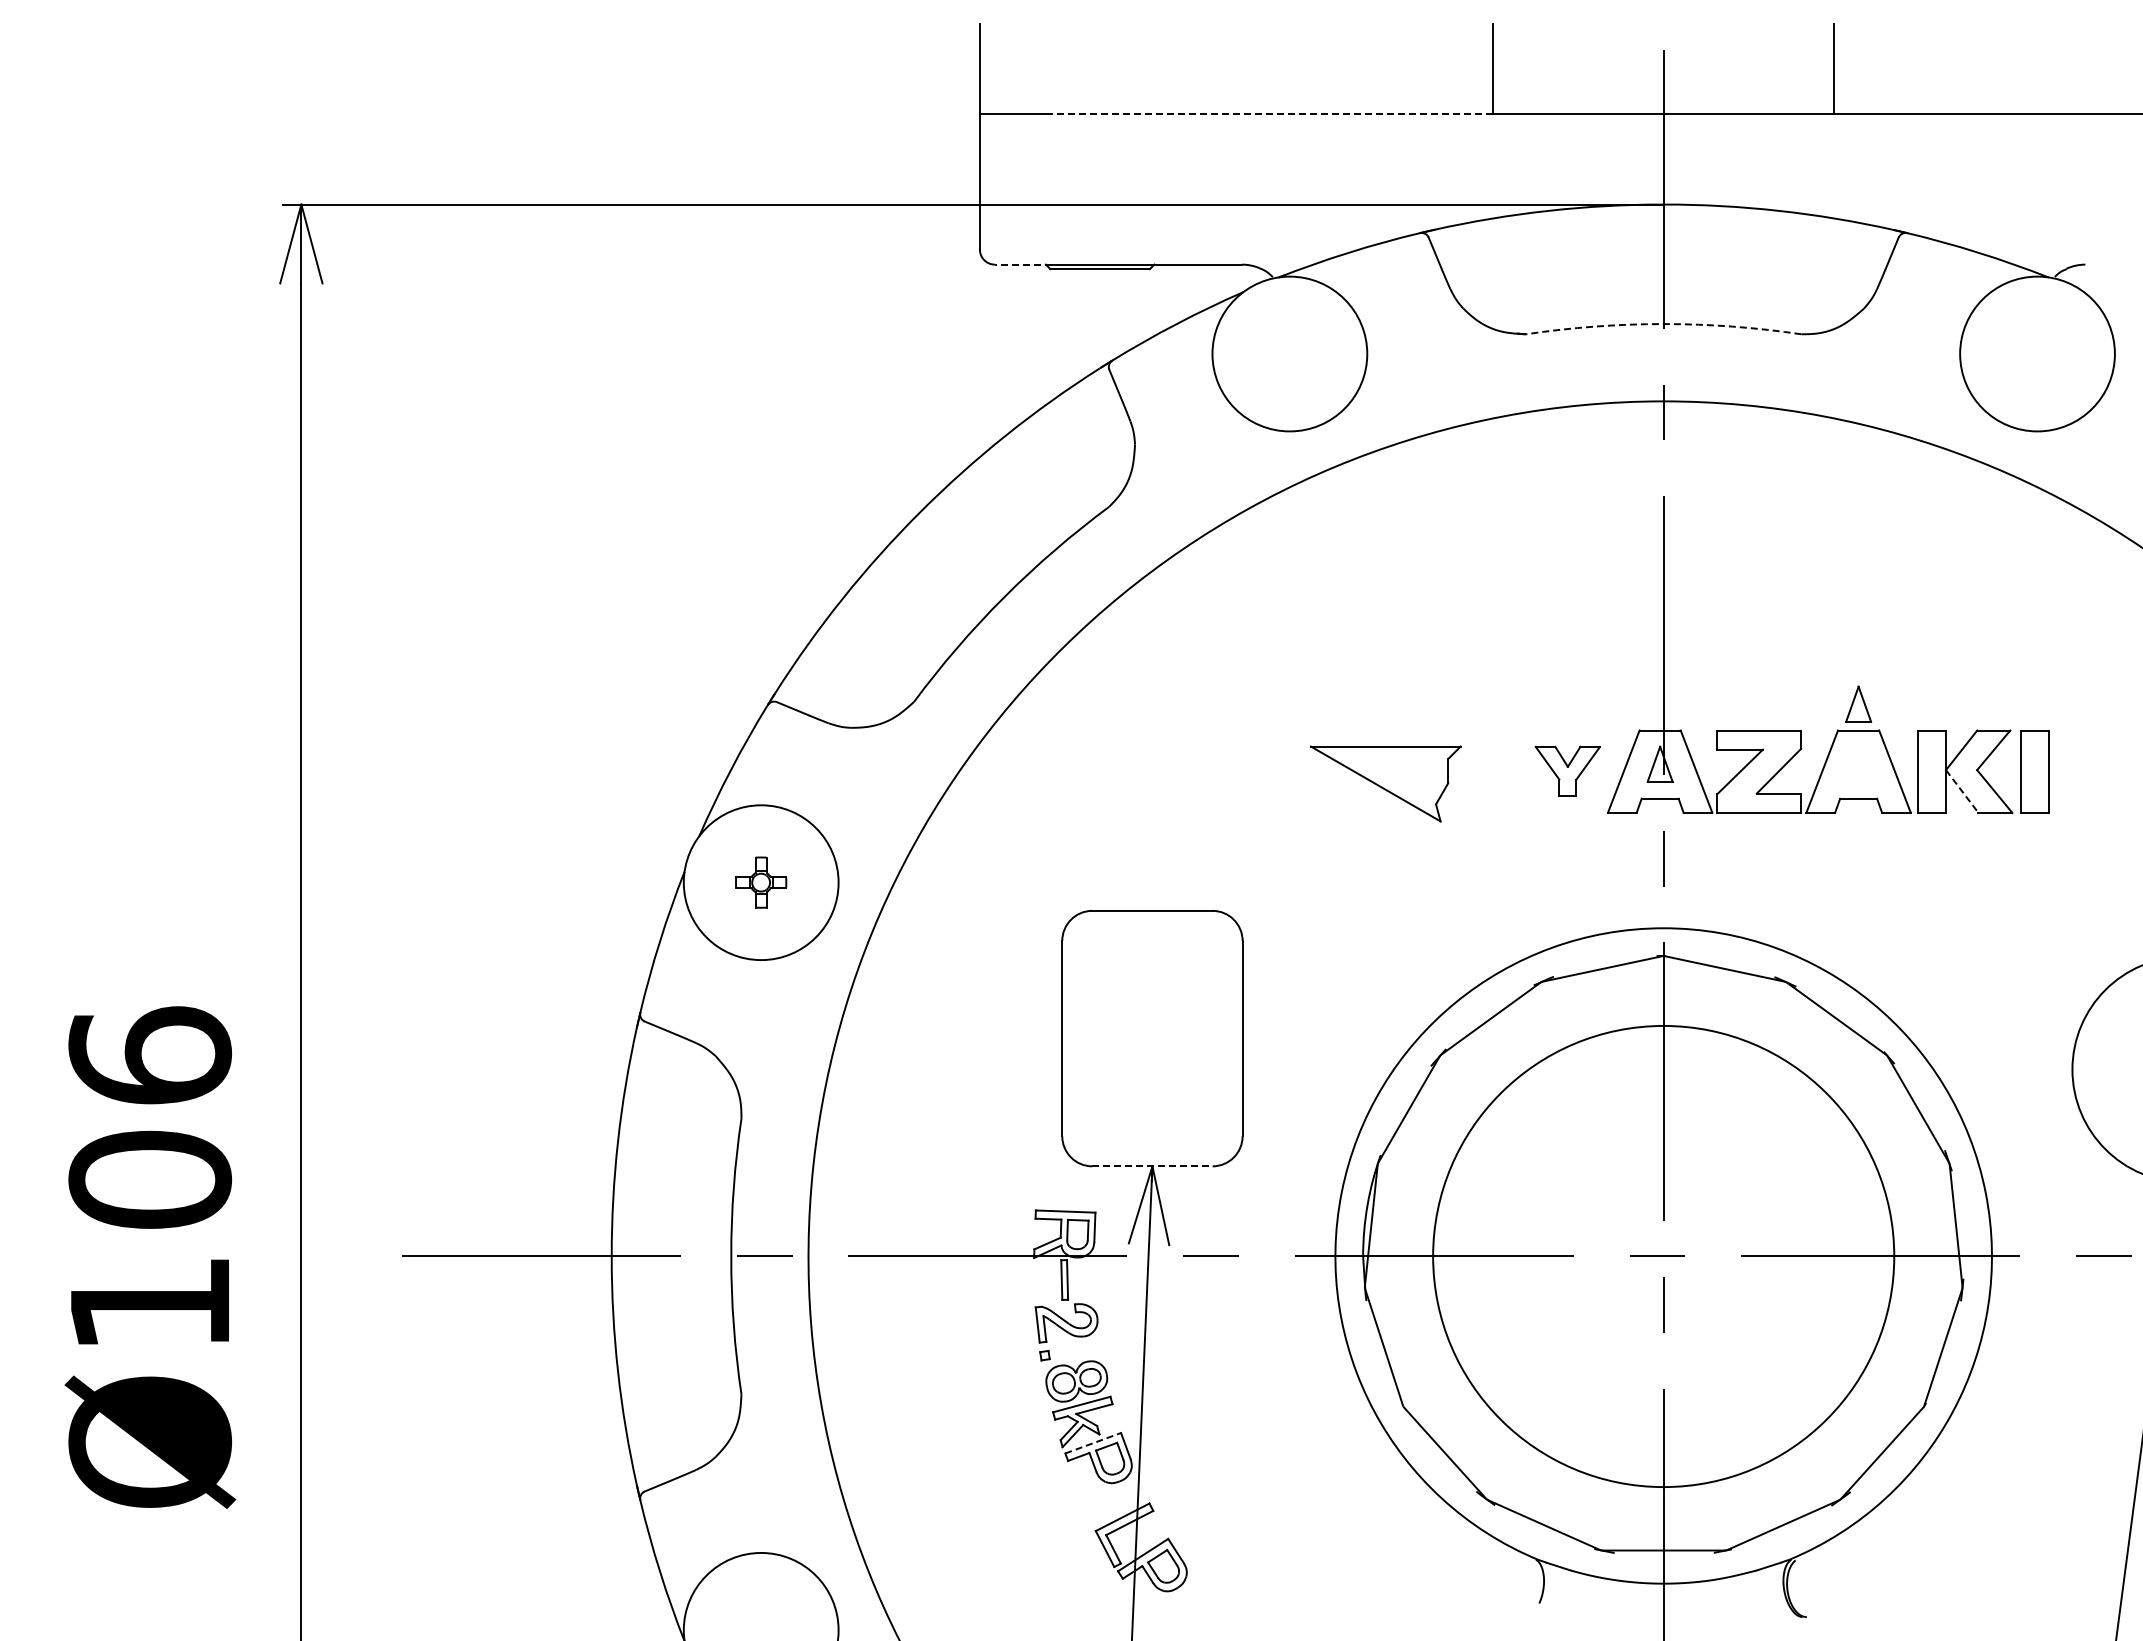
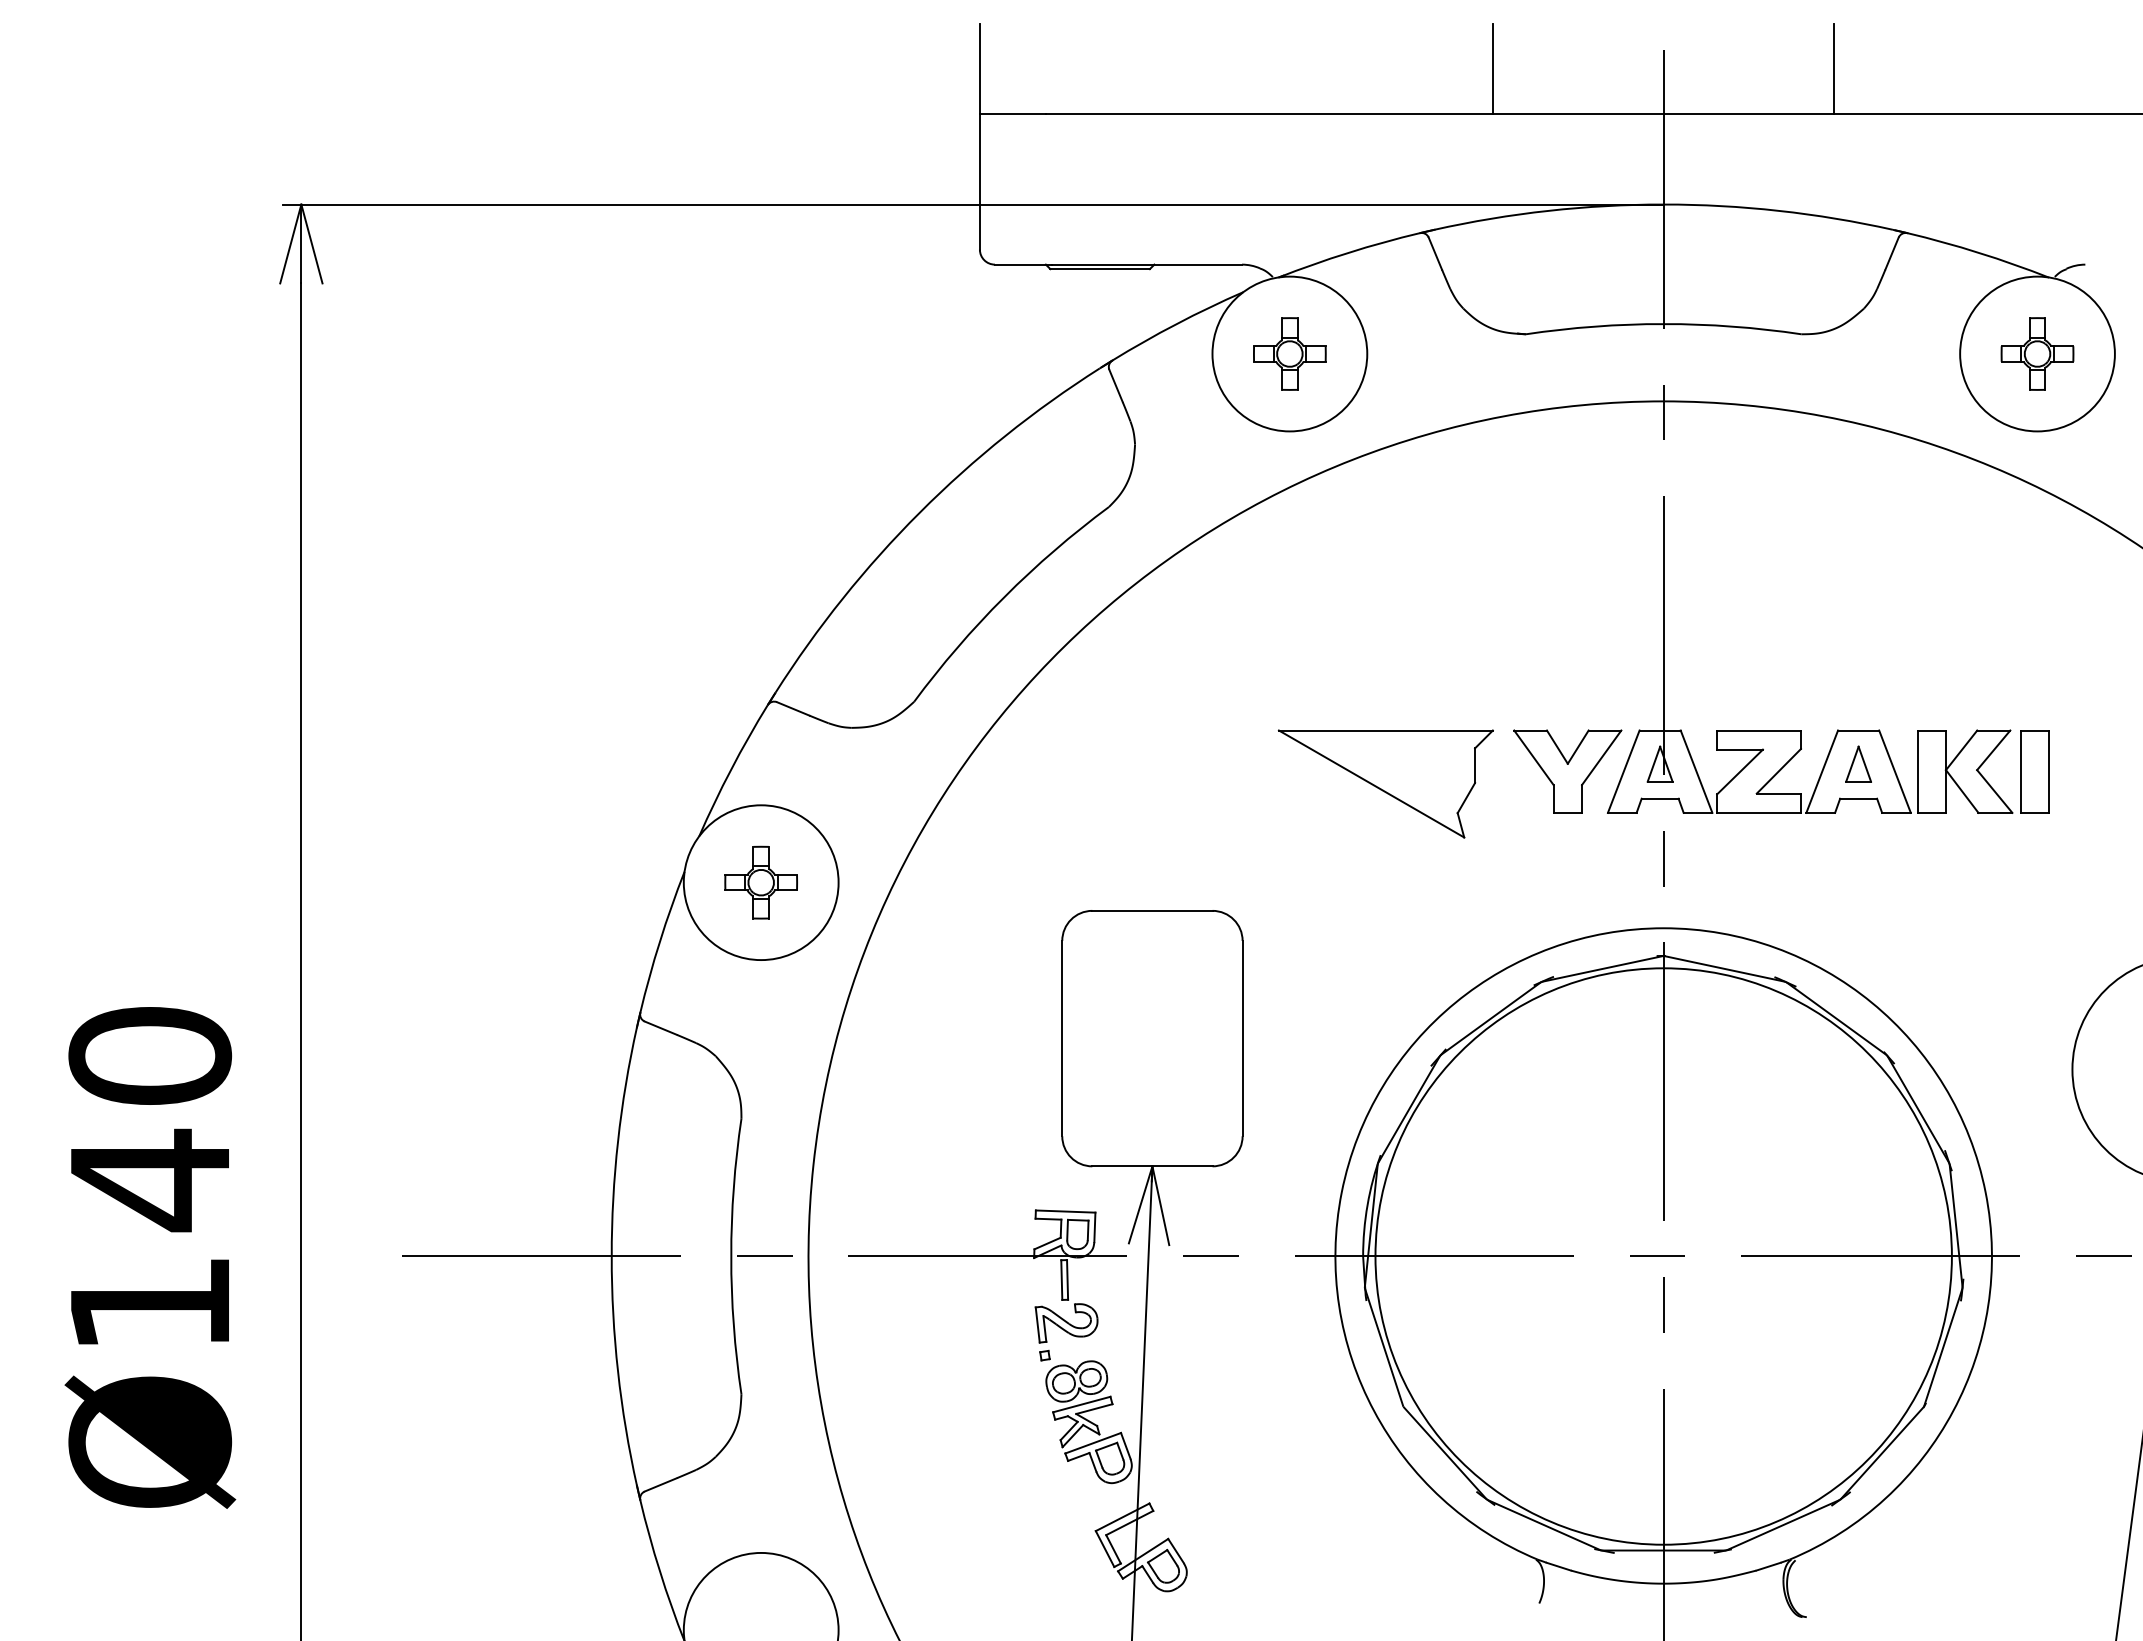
line at (1269, 114): dashed -> solid
line at (1023, 264): dashed -> solid
arc at (1663, 324): dashed -> solid
part at (1289, 353): none -> present
part at (2037, 353): none -> present
part at (1858, 703) position: (1858, 703) -> (1858, 763)
part at (1567, 770) size: 68x52 px -> 110x85 px
part at (1385, 783) size: 153x78 px -> 217x110 px
line at (1962, 791): dashed -> solid
part at (761, 882) size: 53x53 px -> 74x75 px
text at (150, 1119): Ø106 -> Ø140
line at (1152, 1166): dashed -> solid
circle at (1663, 1256) diameter: 461 px -> 576 px
line at (1093, 1443): dashed -> solid
